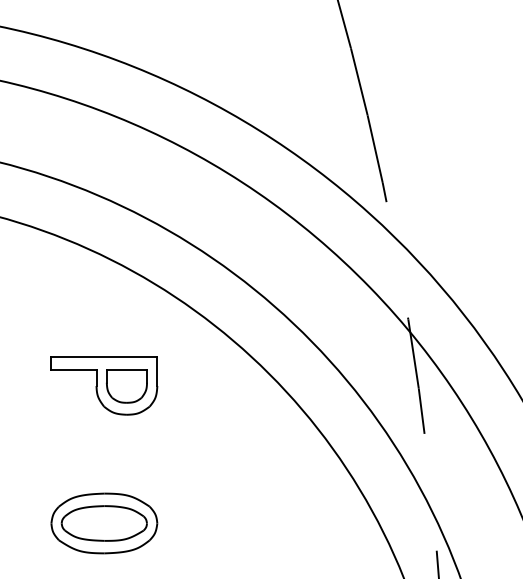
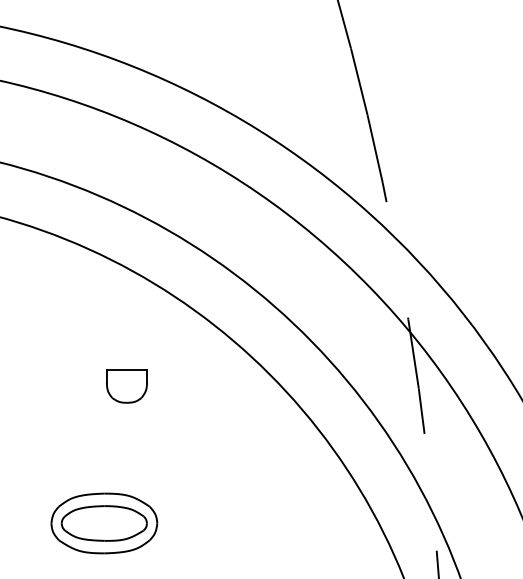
part at (104, 385): present -> none
